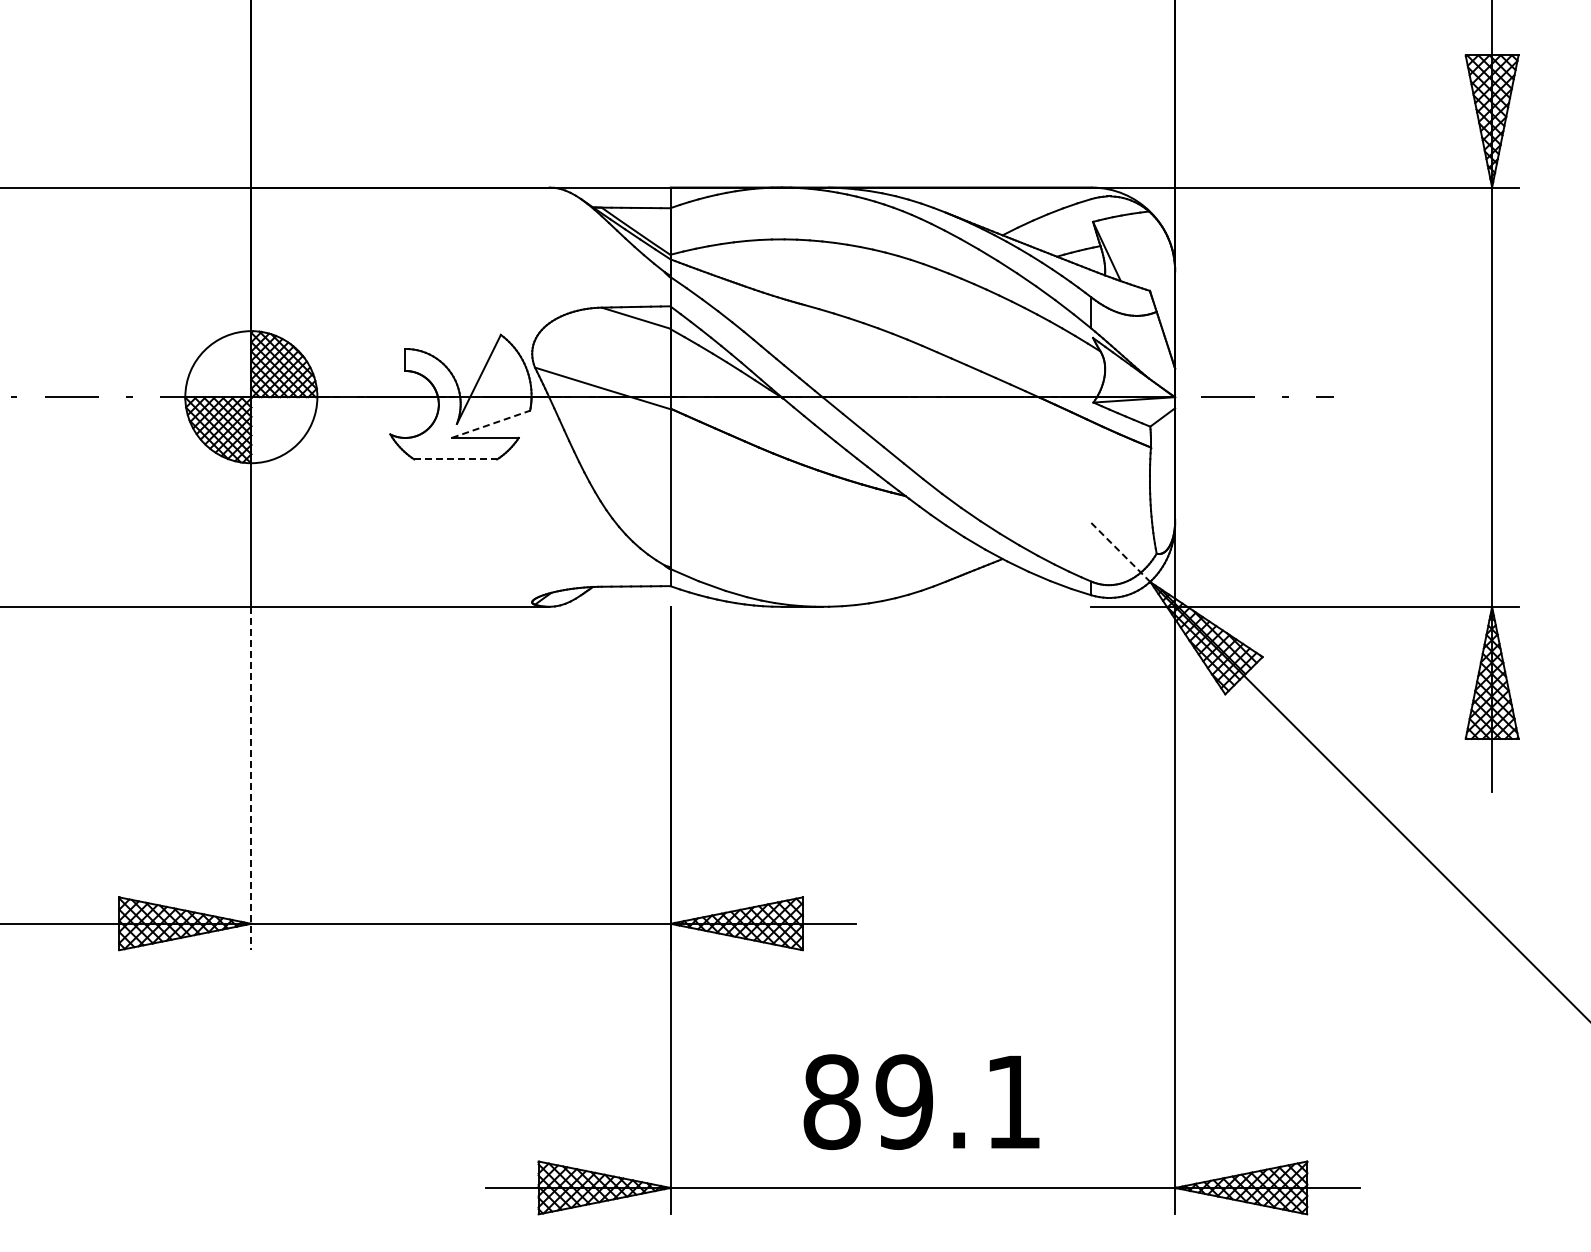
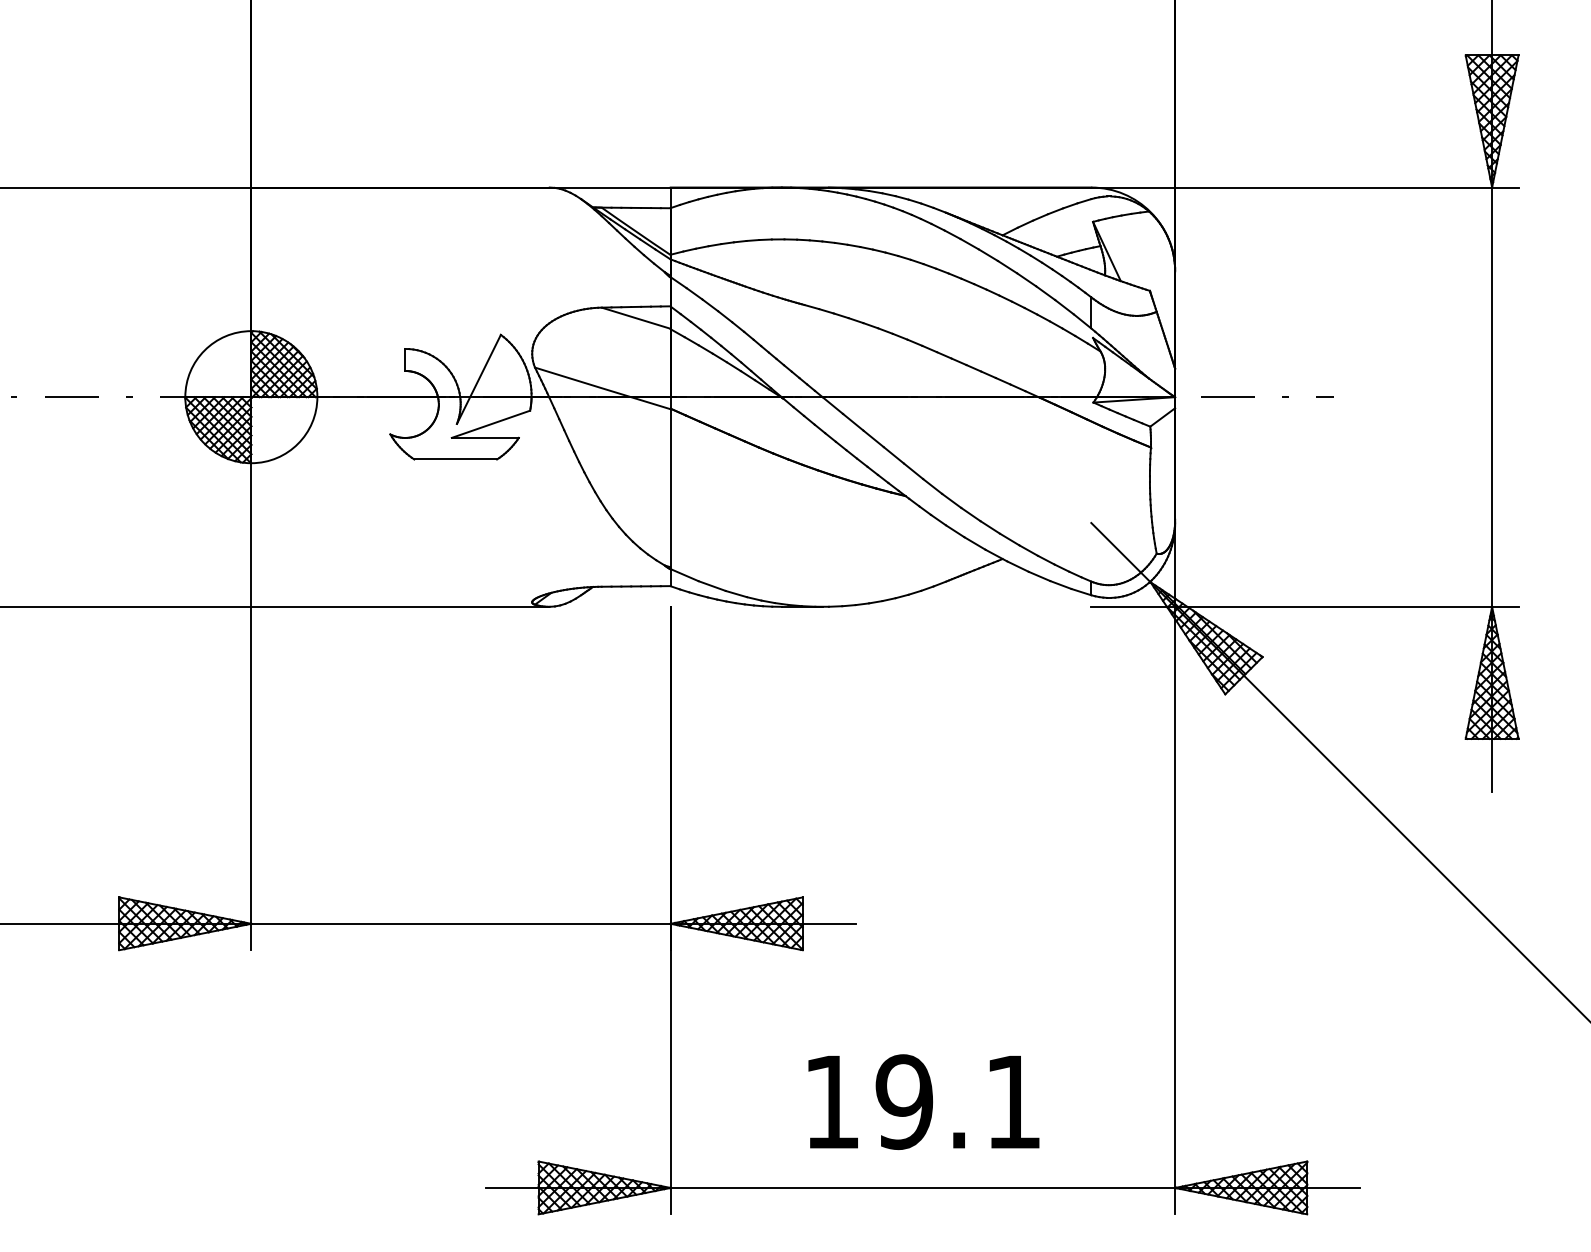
line at (491, 424): dashed -> solid
line at (456, 459): dashed -> solid
line at (1120, 552): dashed -> solid
line at (251, 778): dashed -> solid
text at (831, 1102): 89.1 -> 19.1
